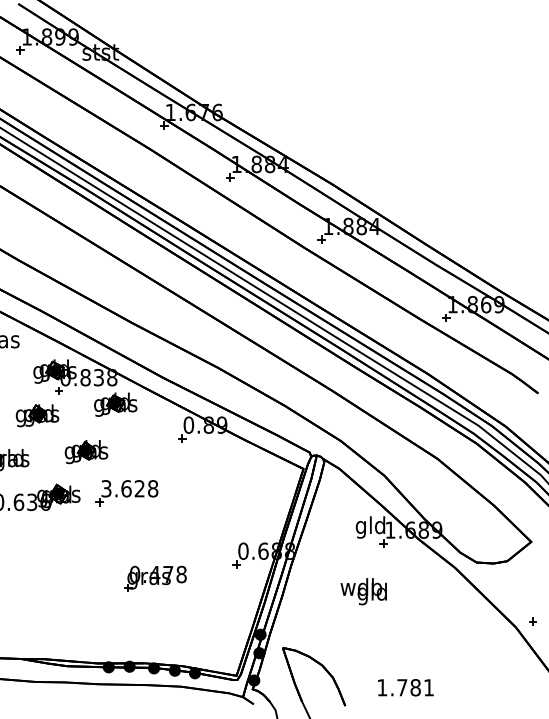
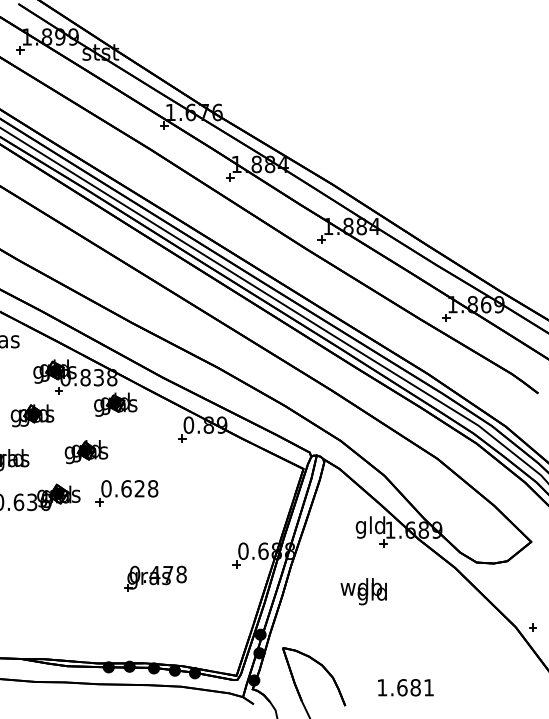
part at (37, 415) position: (37, 415) -> (32, 415)
text at (106, 488): 3.628 -> 0.628
part at (532, 621) position: (532, 621) -> (532, 627)
text at (402, 687): 1.781 -> 1.681
